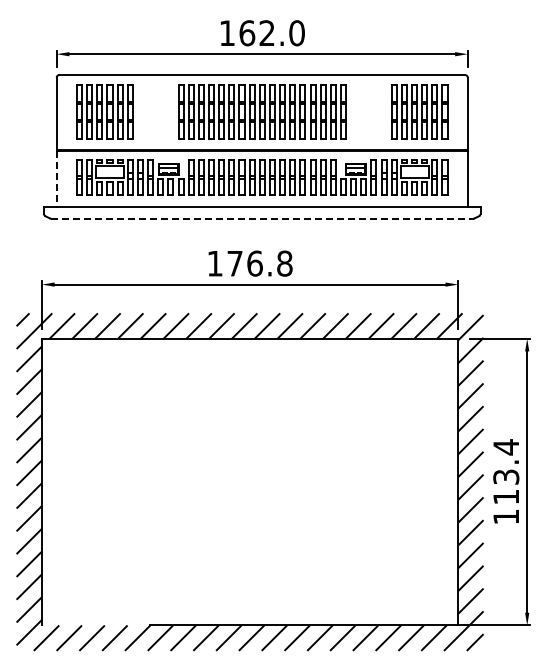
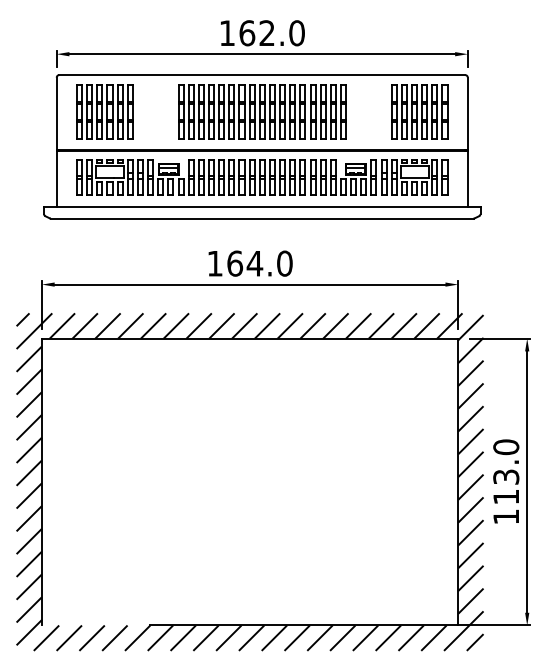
line at (56, 179): dashed -> solid
line at (262, 218): dashed -> solid
text at (259, 263): 176.8 -> 164.0
text at (506, 447): 113.4 -> 113.0
